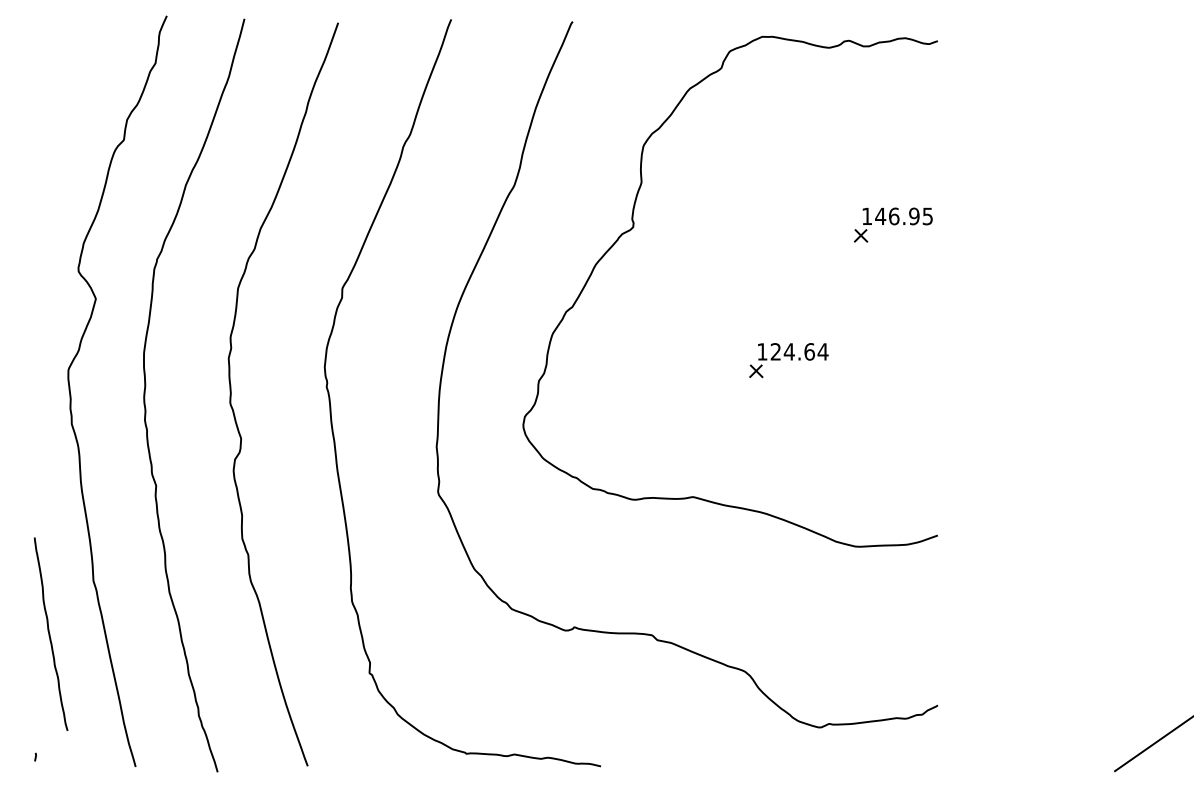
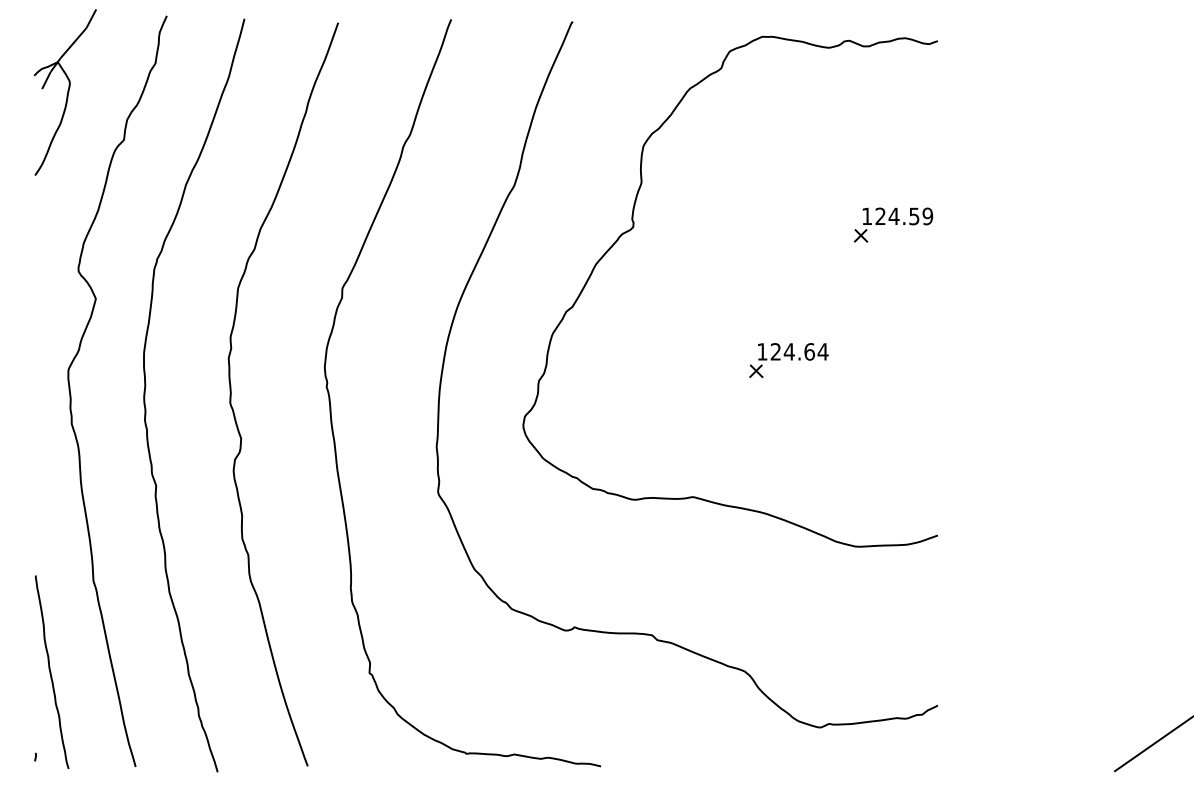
part at (64, 92): none -> present
text at (904, 216): 146.95 -> 124.59
curve at (50, 633) position: (50, 633) -> (51, 671)
